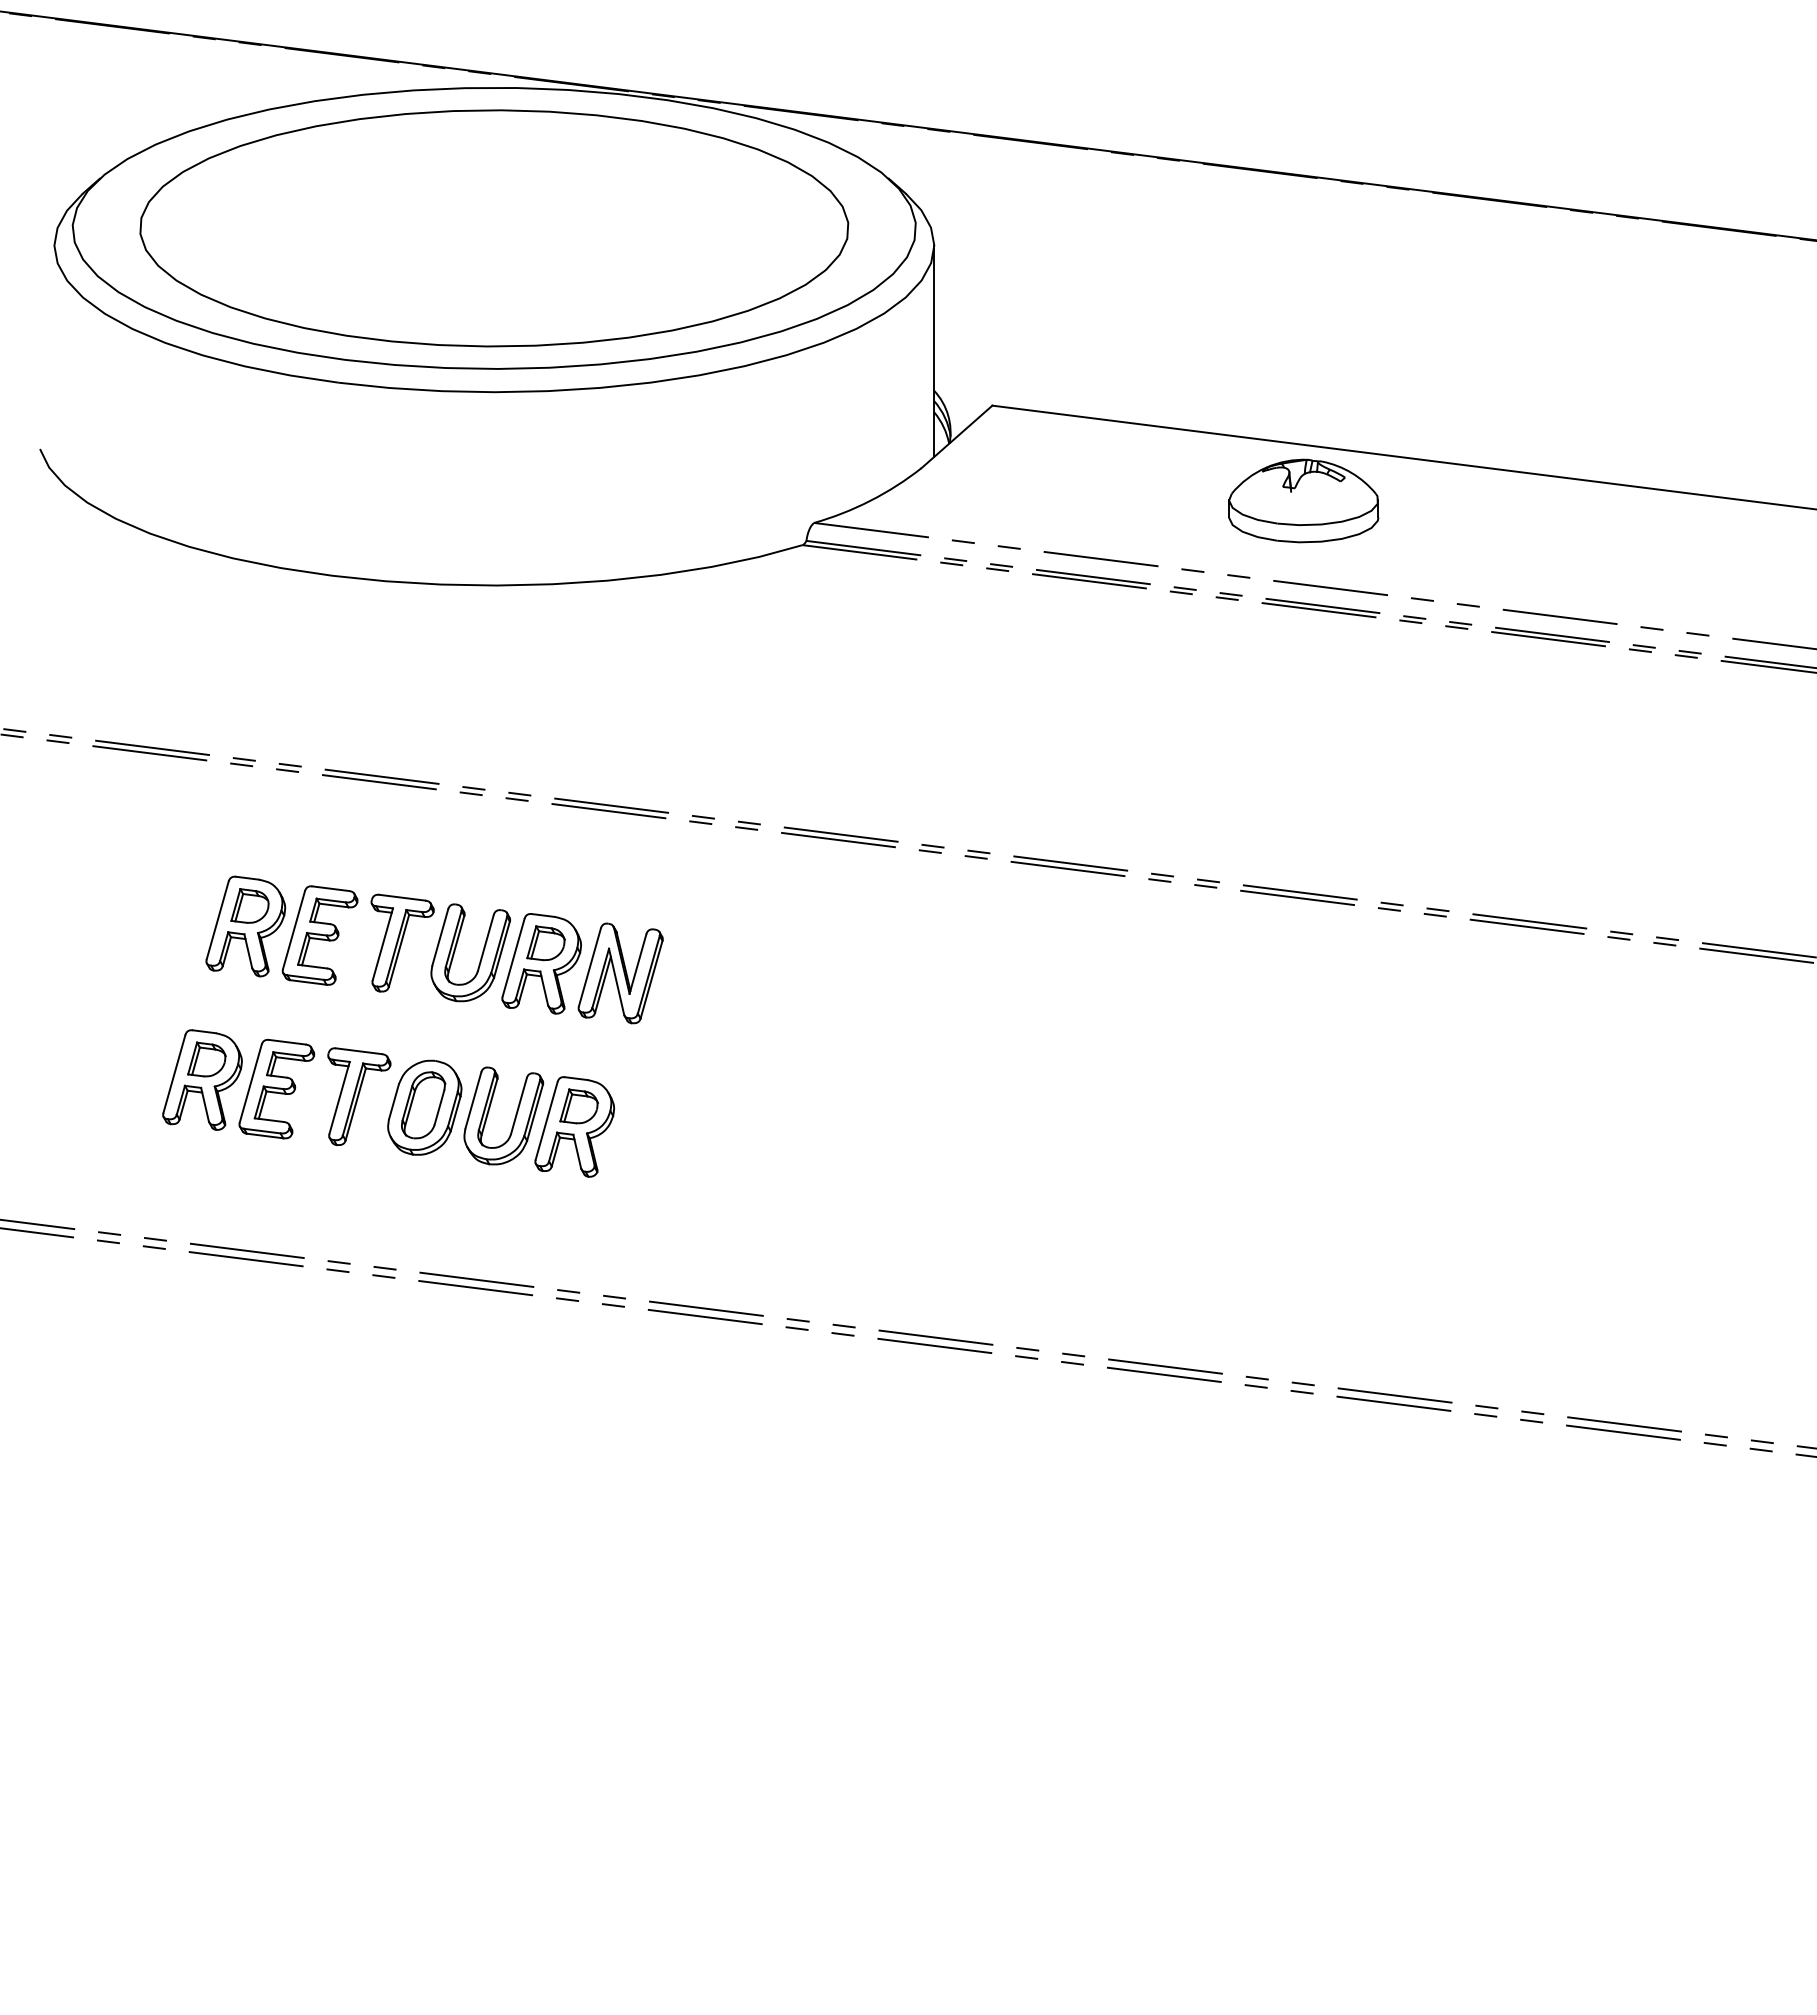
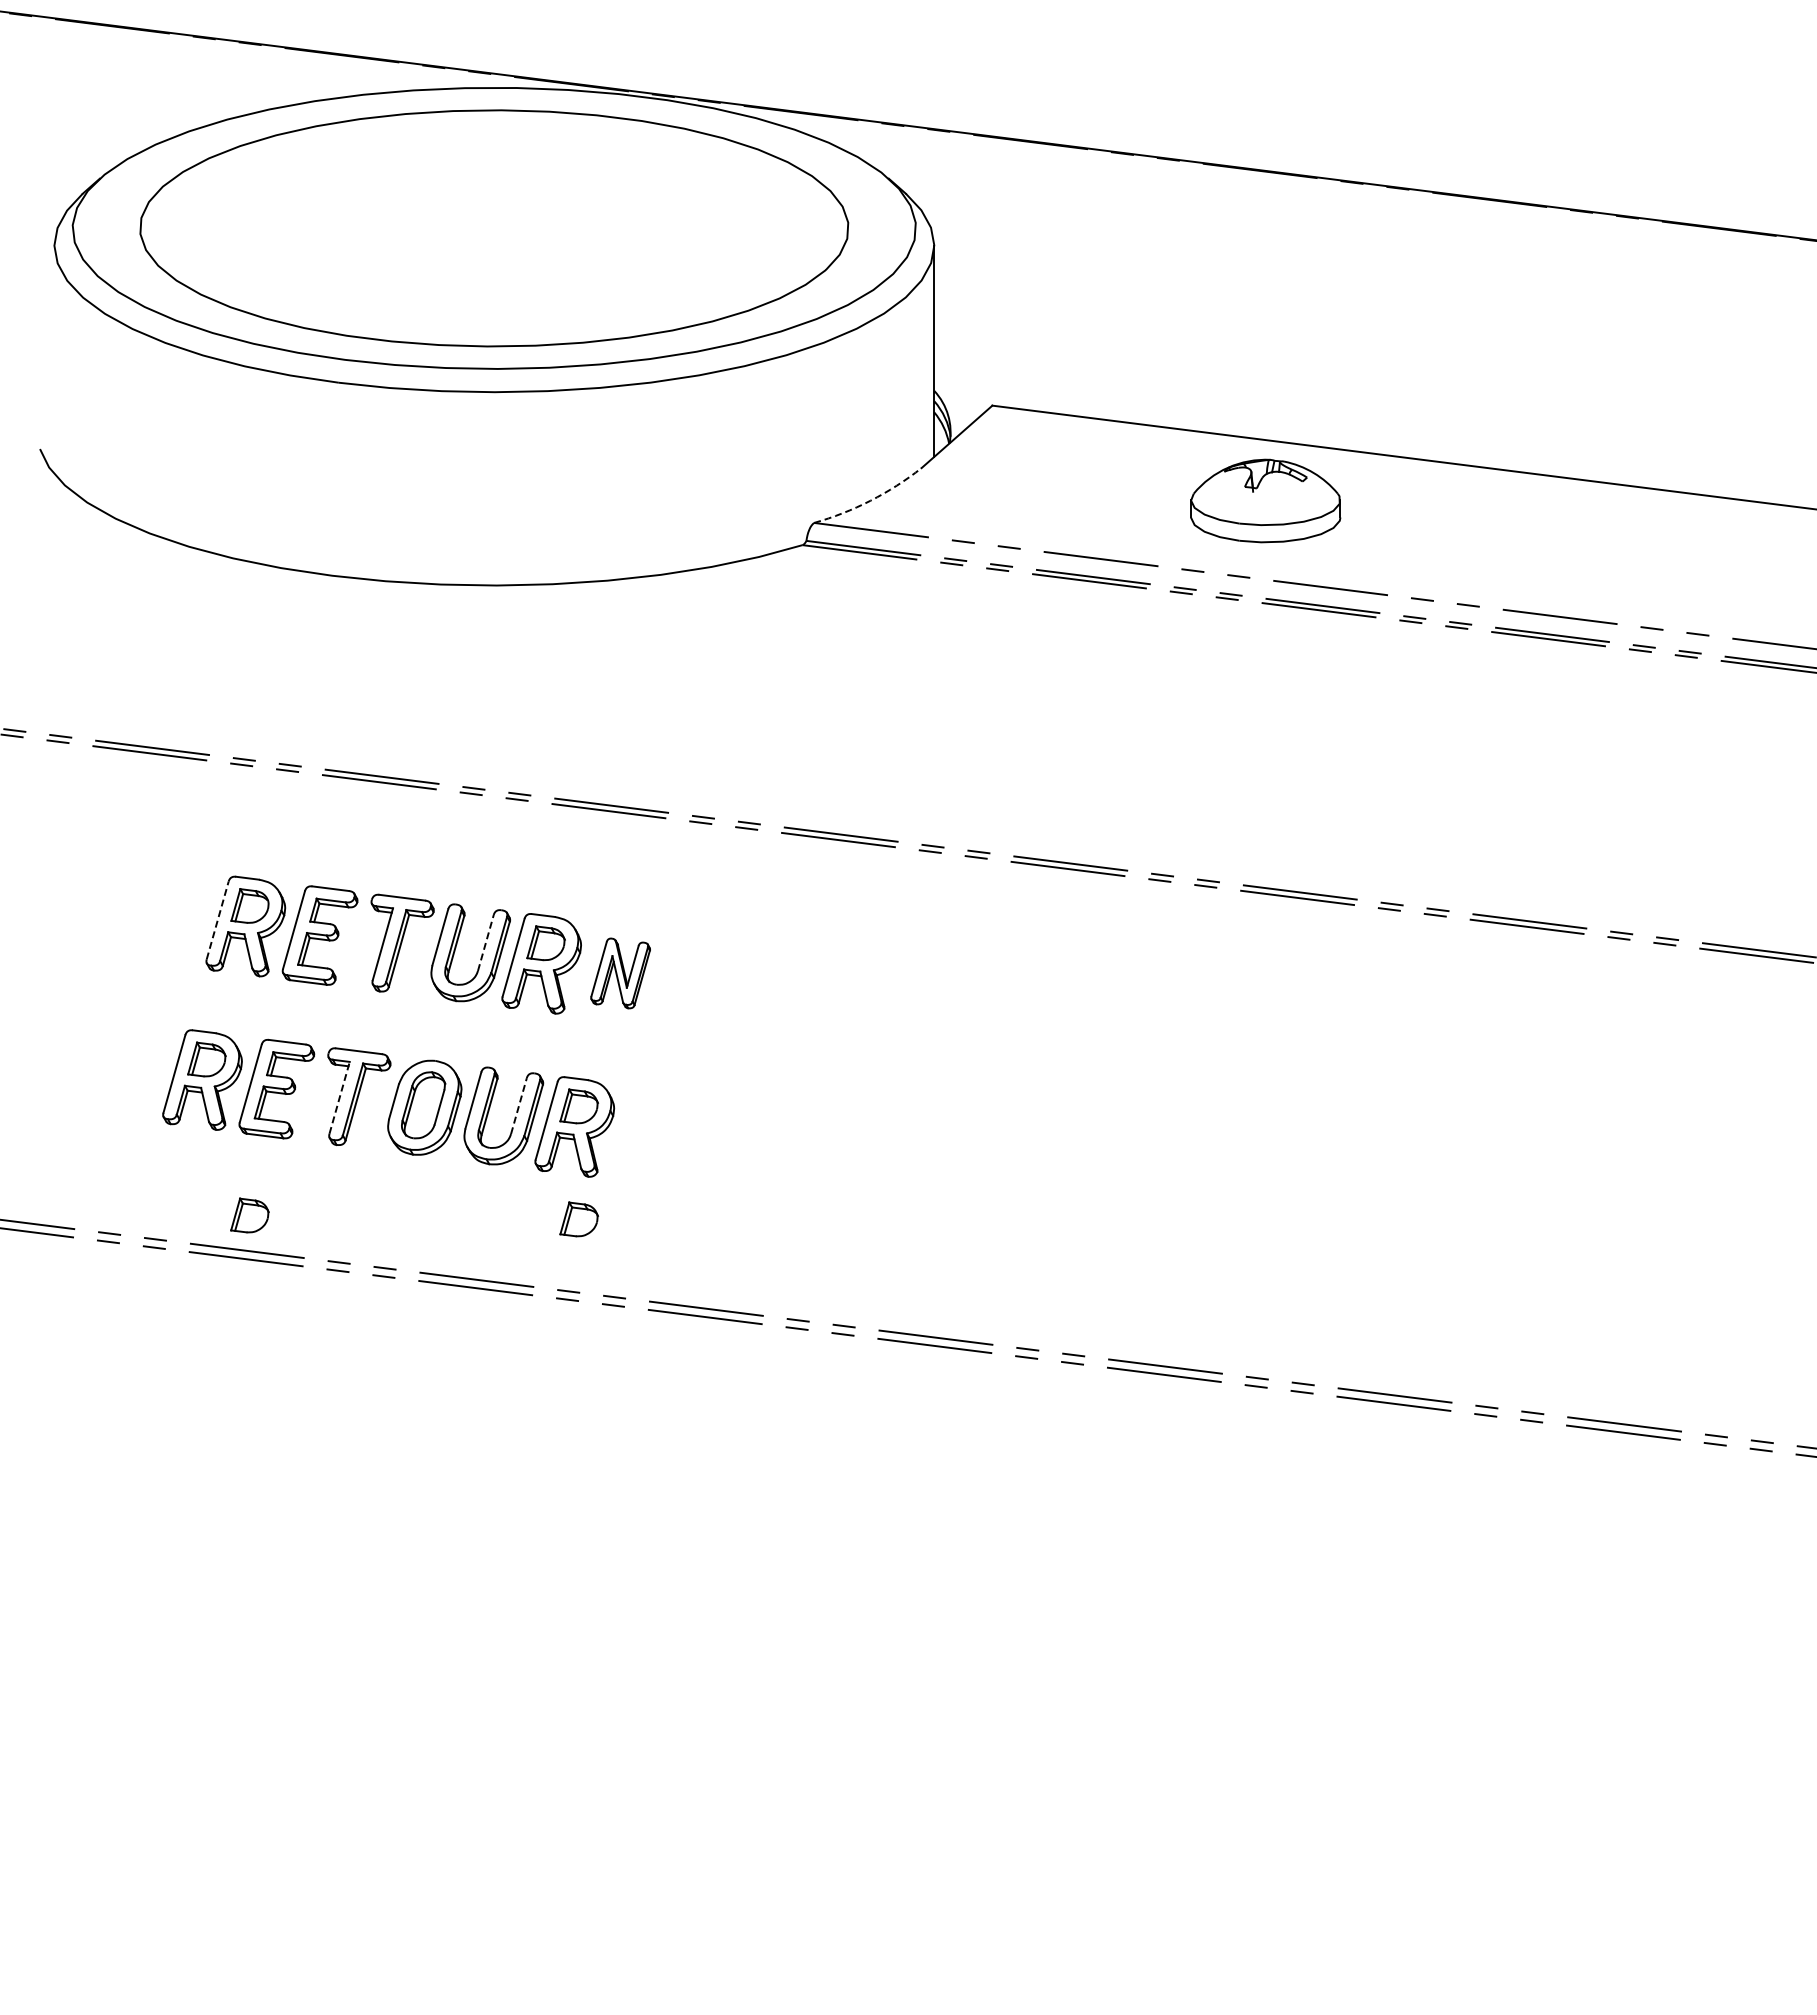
arc at (870, 500): solid -> dashed
part at (1303, 500) position: (1303, 500) -> (1265, 500)
line at (217, 920): solid -> dashed
line at (486, 942): solid -> dashed
part at (620, 973) size: 87x103 px -> 61x73 px
line at (339, 1097): solid -> dashed
line at (519, 1105): solid -> dashed
part at (249, 1215): none -> present
part at (578, 1219): none -> present
